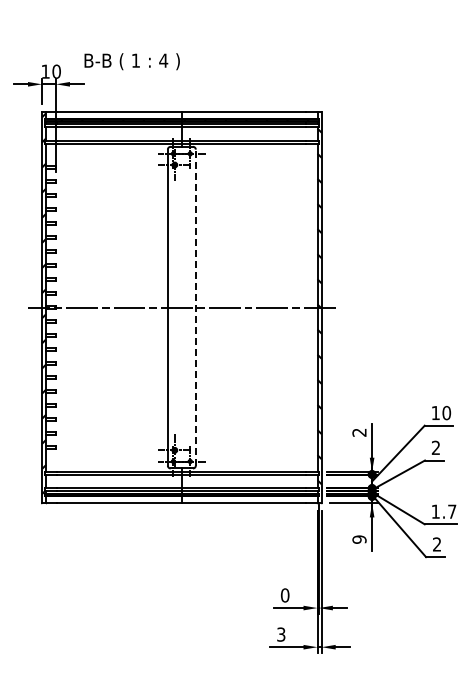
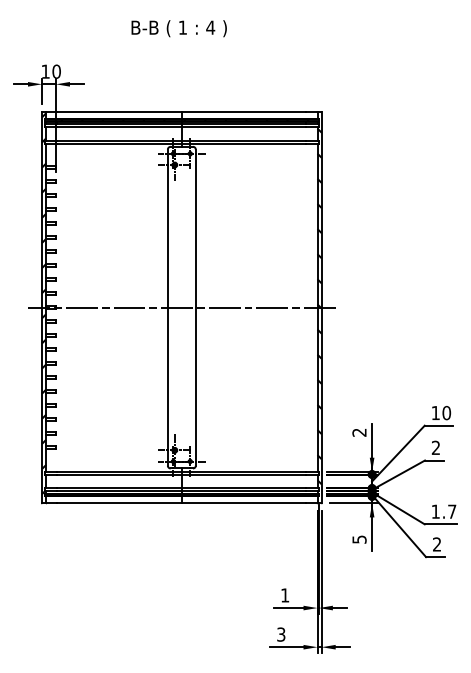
text at (131, 61) position: (131, 61) -> (178, 28)
line at (195, 307): dashed -> solid
text at (359, 539): 9 -> 5
text at (284, 595): 0 -> 1
